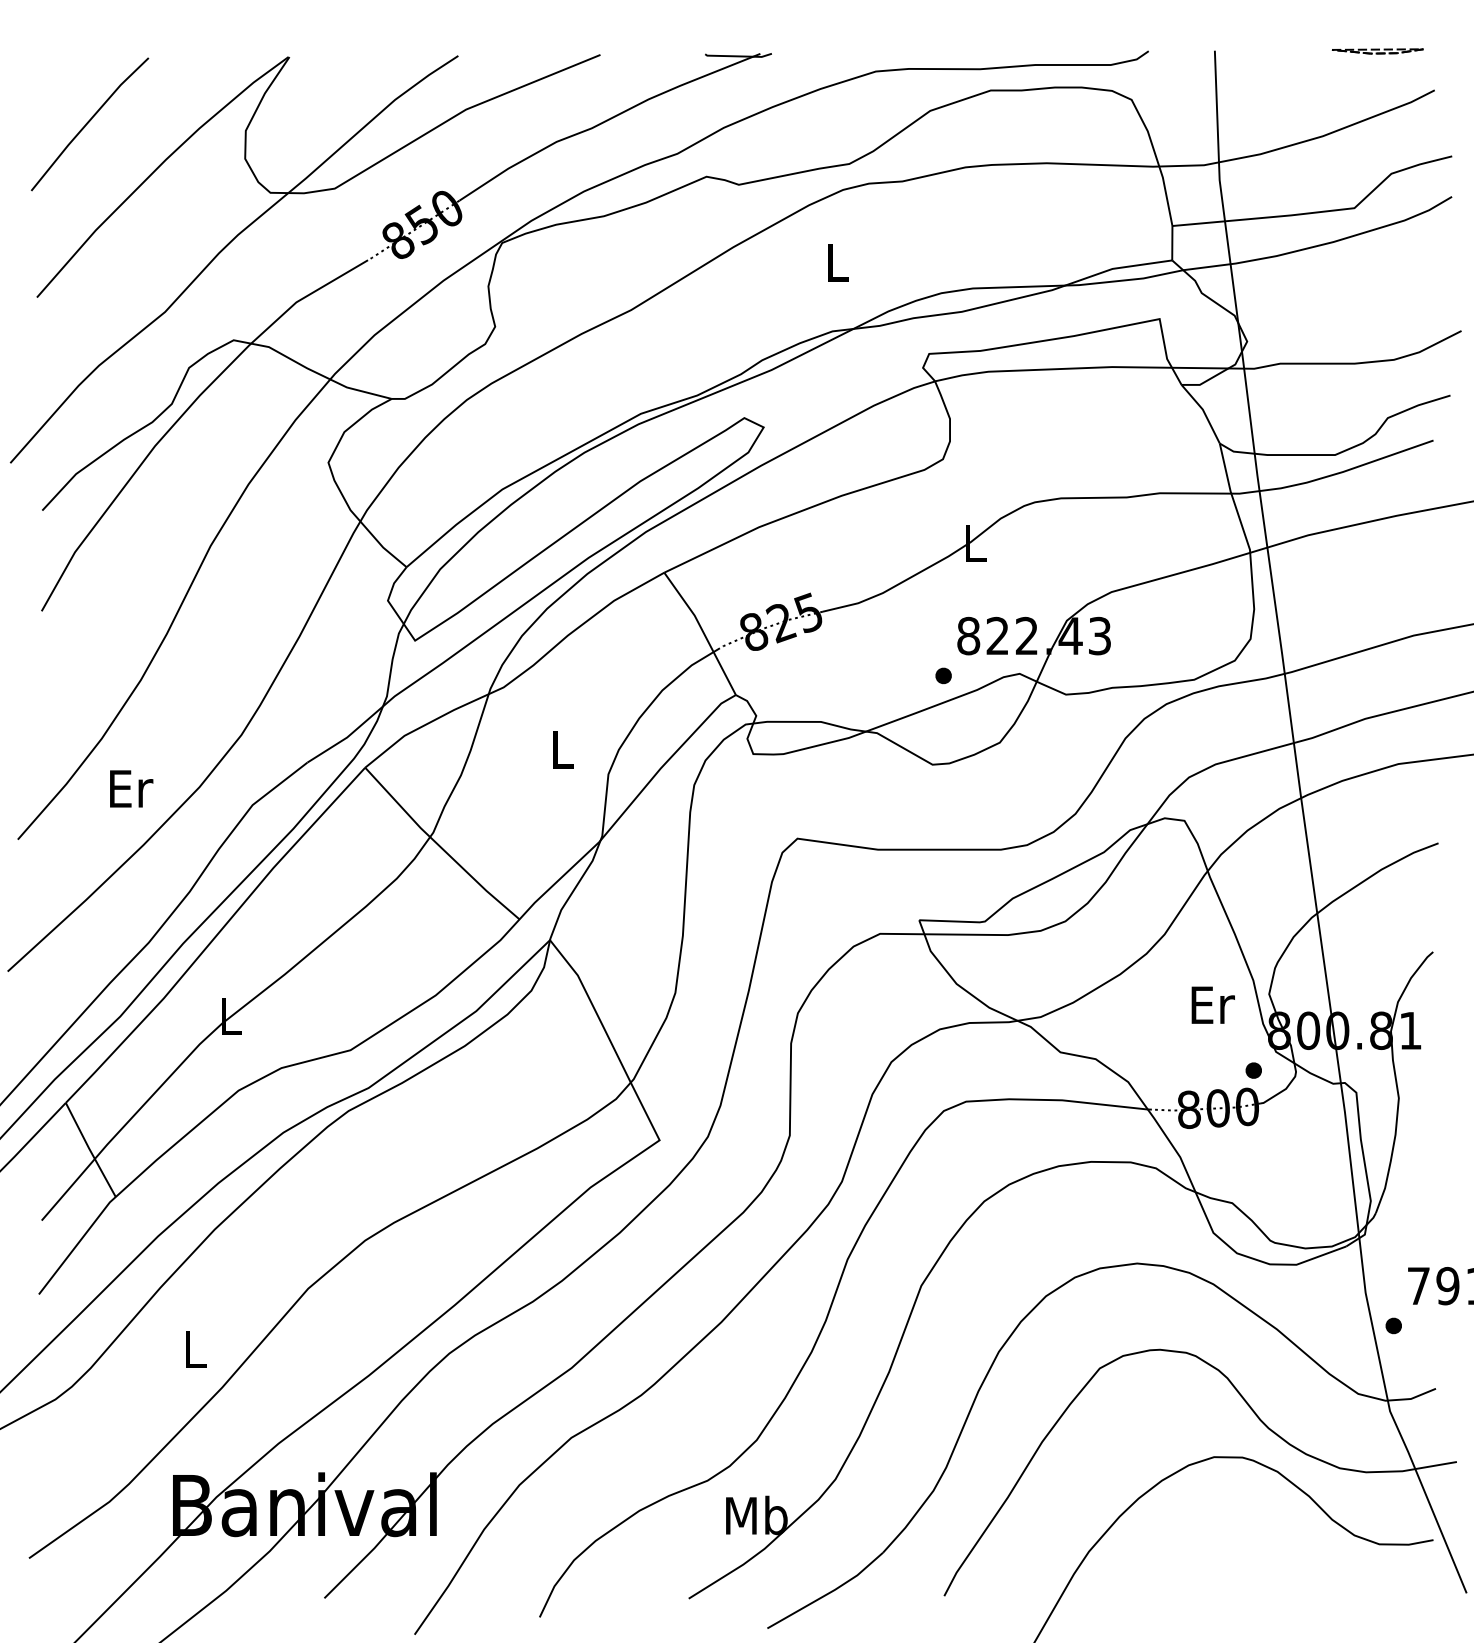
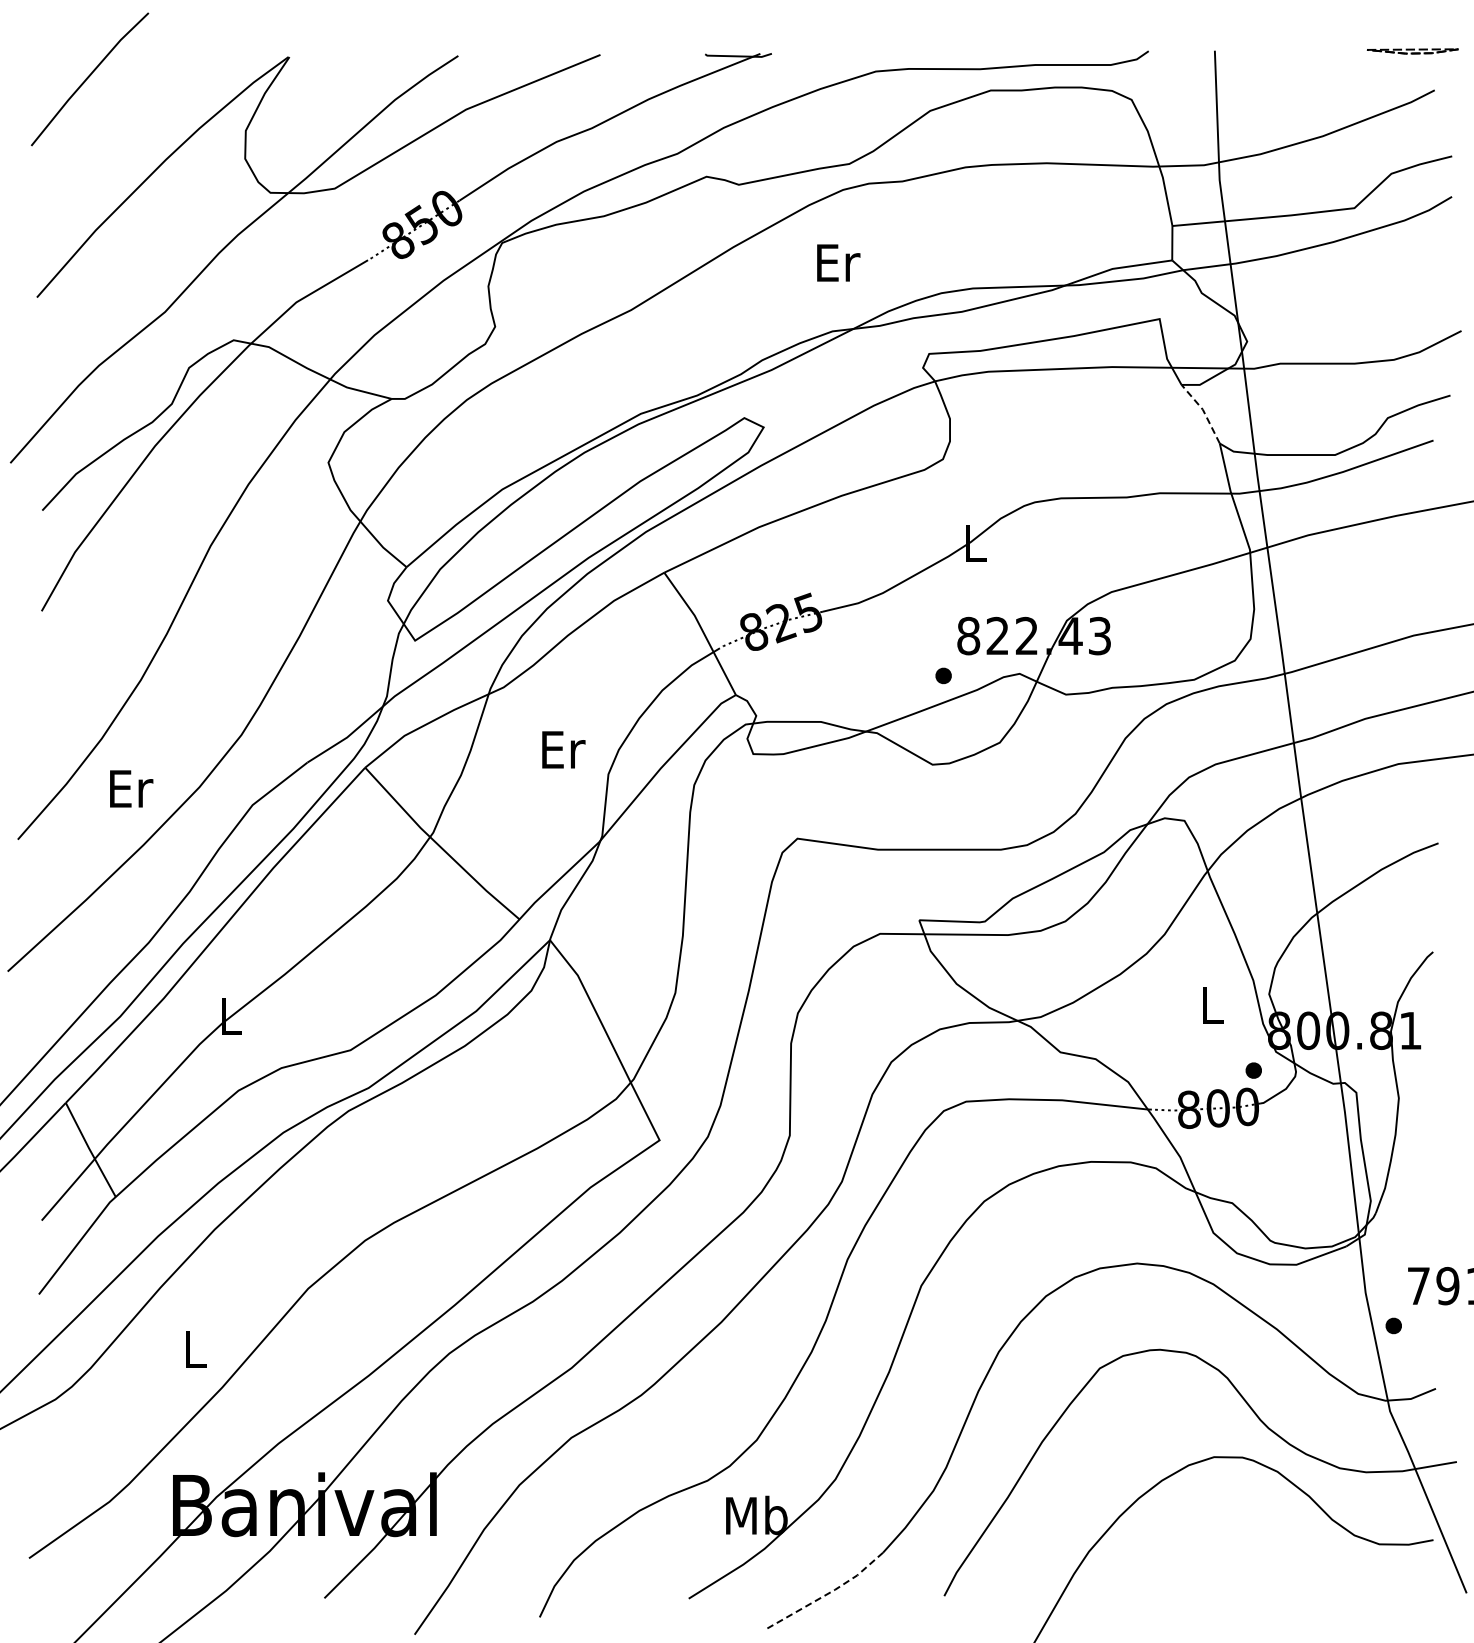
part at (1377, 51) position: (1377, 51) -> (1412, 51)
line at (88, 123) position: (88, 123) -> (88, 78)
text at (838, 262): L -> Er
line at (1203, 411): solid -> dashed
text at (563, 749): L -> Er
text at (1212, 1004): Er -> L
line at (829, 1593): solid -> dashed
